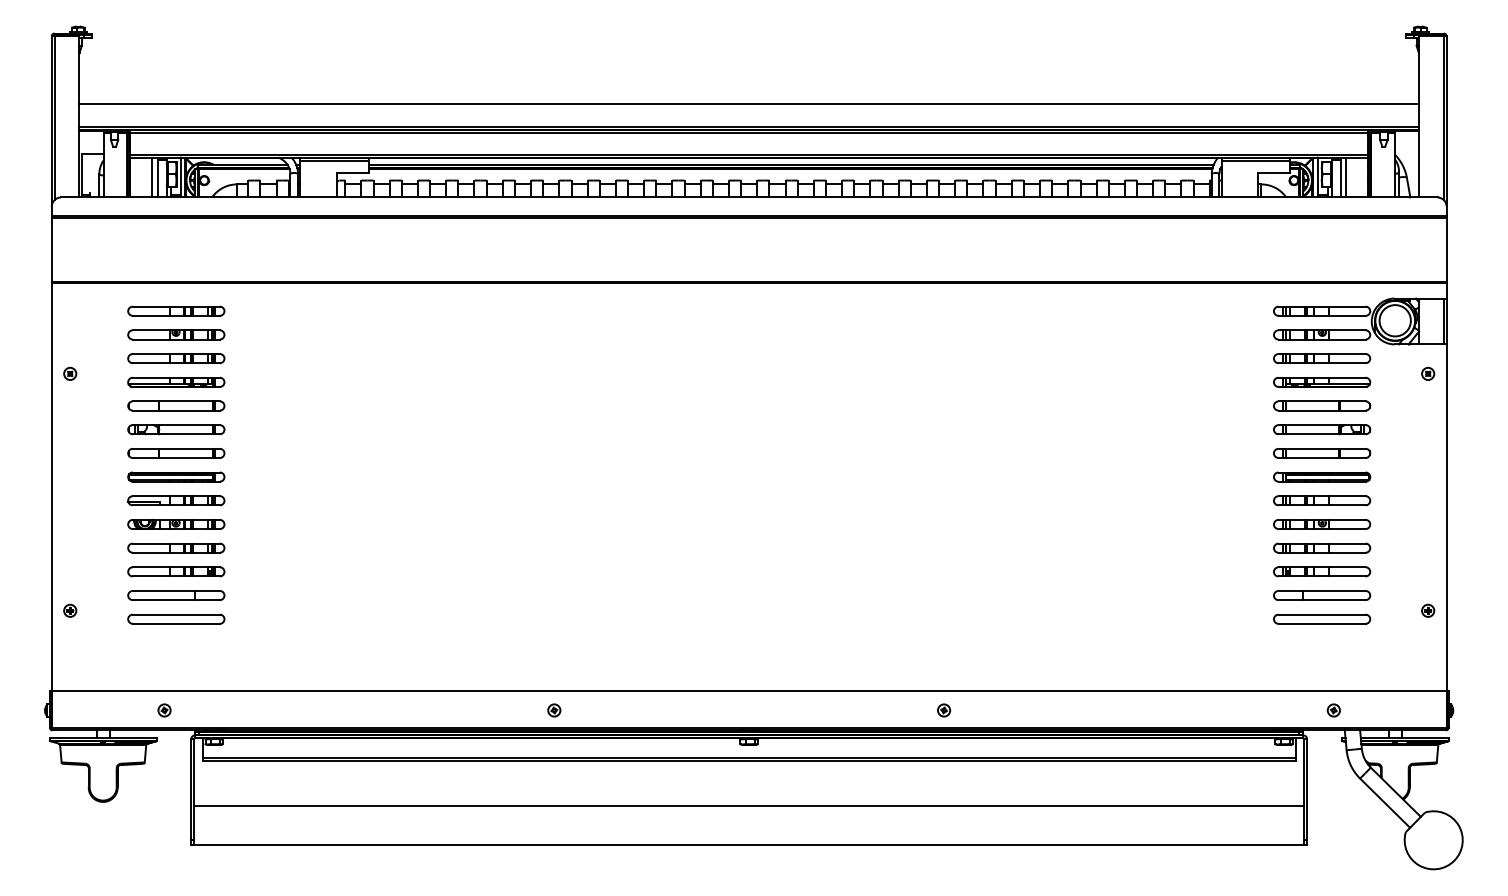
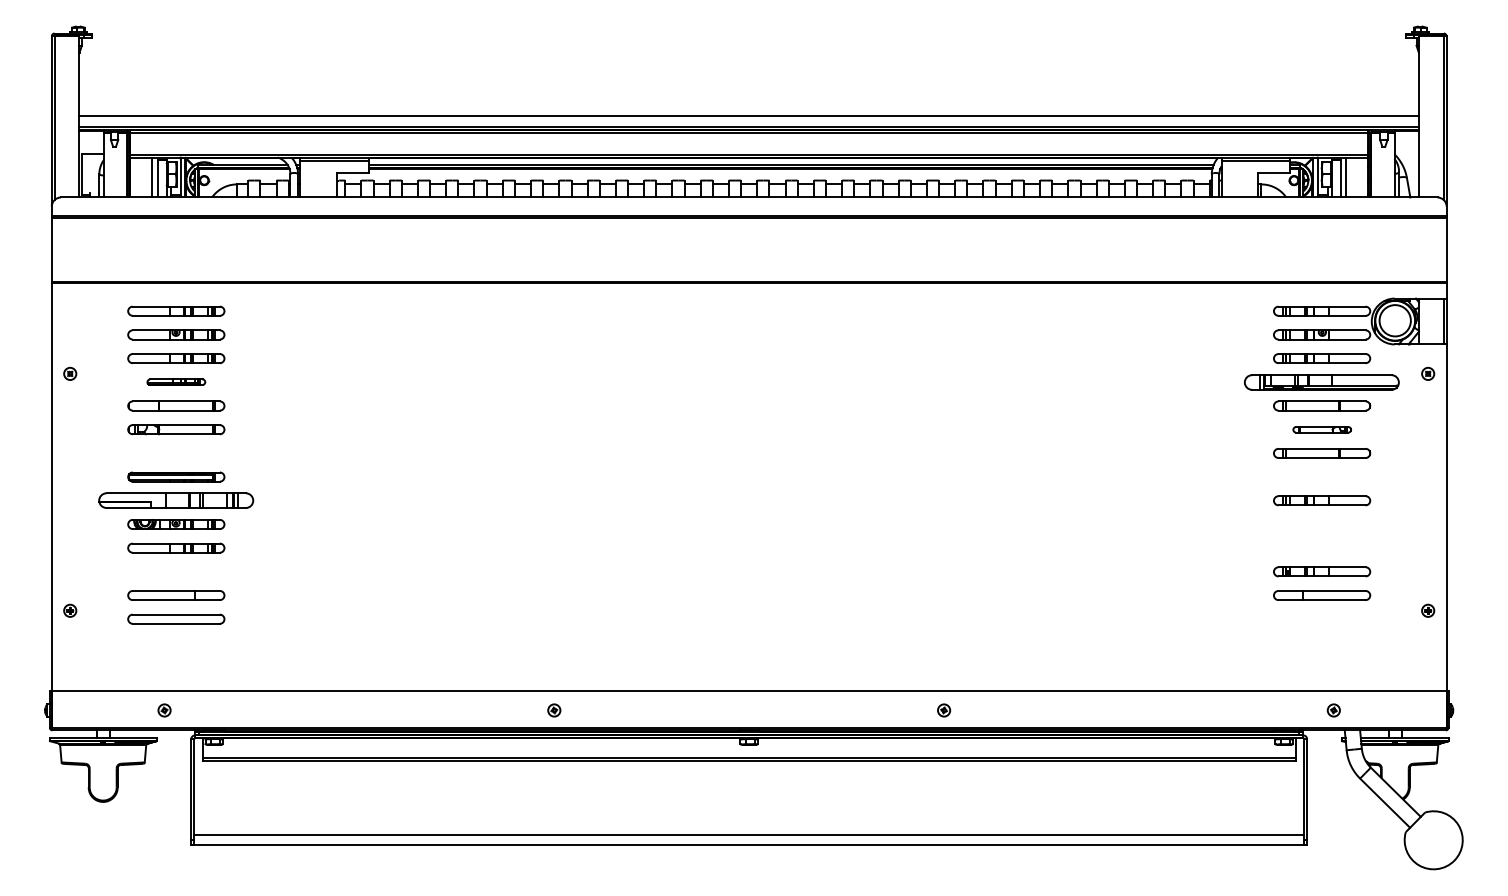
line at (749, 104) position: (749, 104) -> (749, 116)
part at (176, 381) size: 99x12 px -> 61x8 px
part at (1322, 381) size: 99x12 px -> 156x17 px
part at (1322, 429) size: 99x12 px -> 60x8 px
part at (176, 453): present -> none
part at (1322, 476): present -> none
part at (176, 500) size: 99x12 px -> 157x17 px
part at (1322, 524): present -> none
part at (1322, 547): present -> none
part at (176, 571): present -> none
part at (1322, 618): present -> none
line at (749, 806) position: (749, 806) -> (749, 835)
